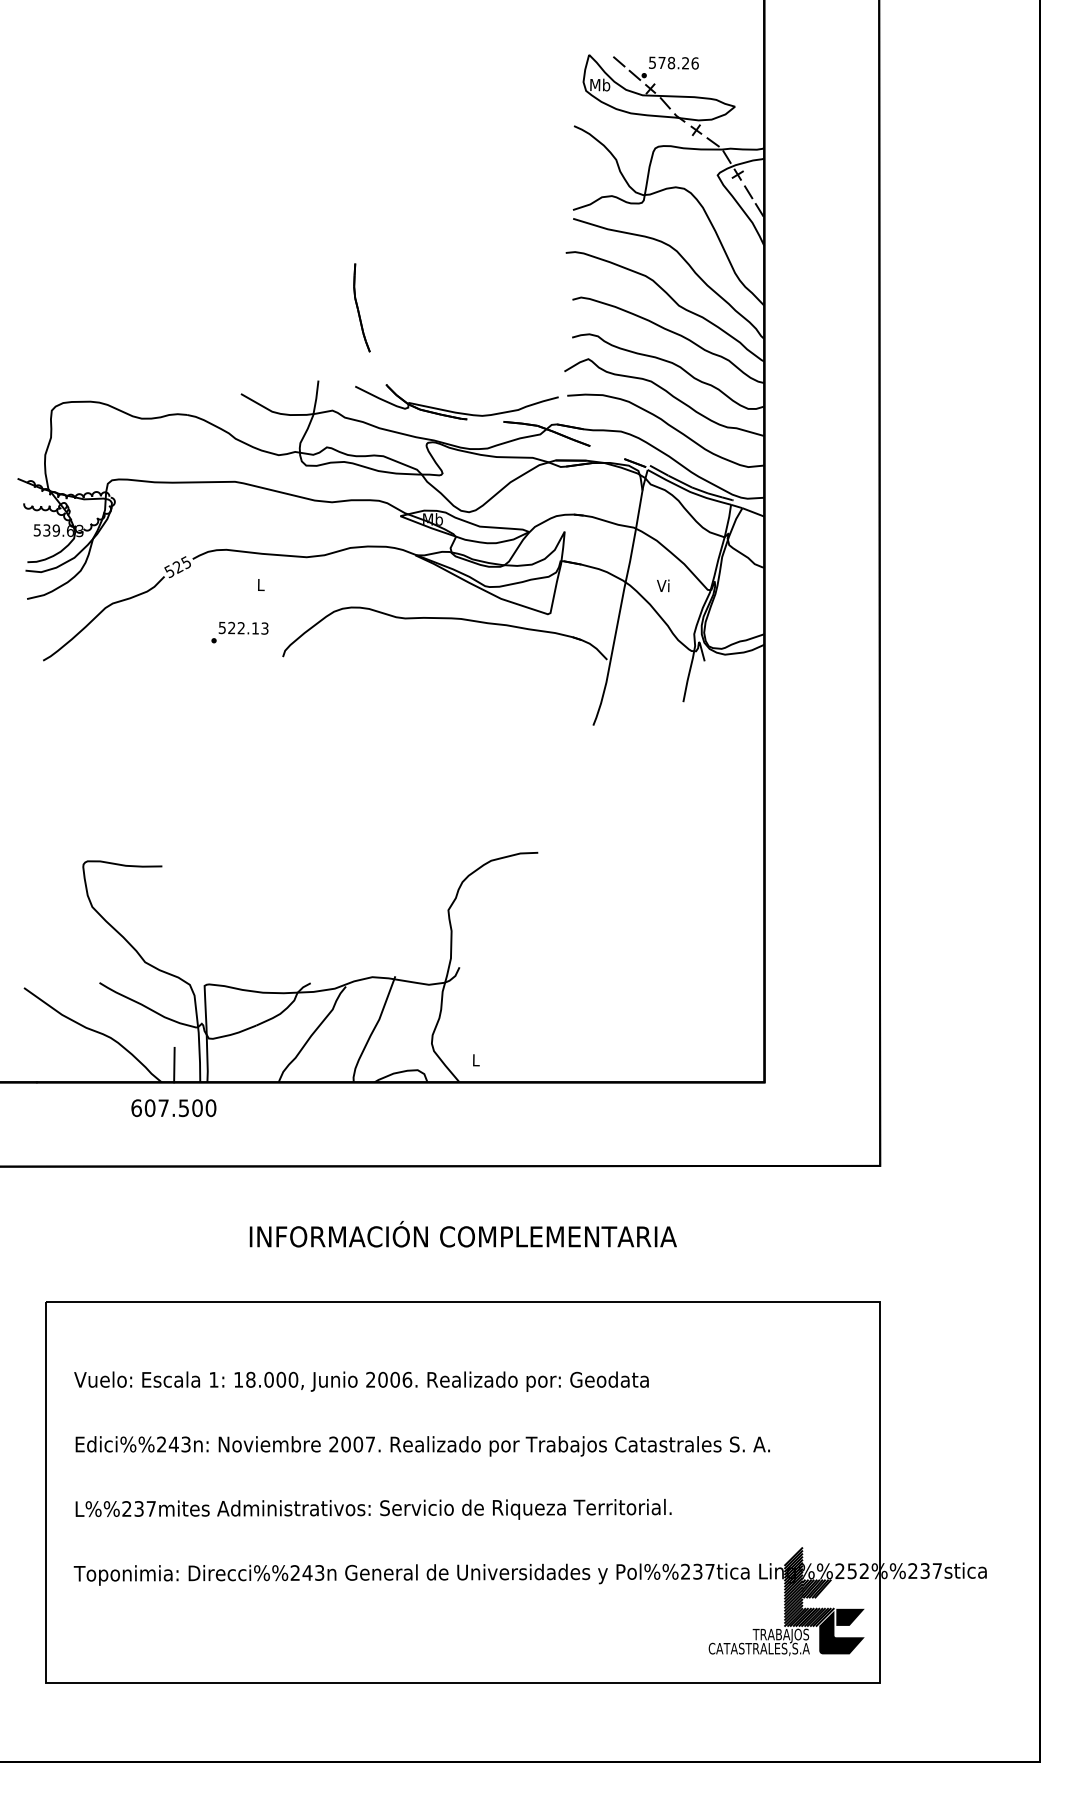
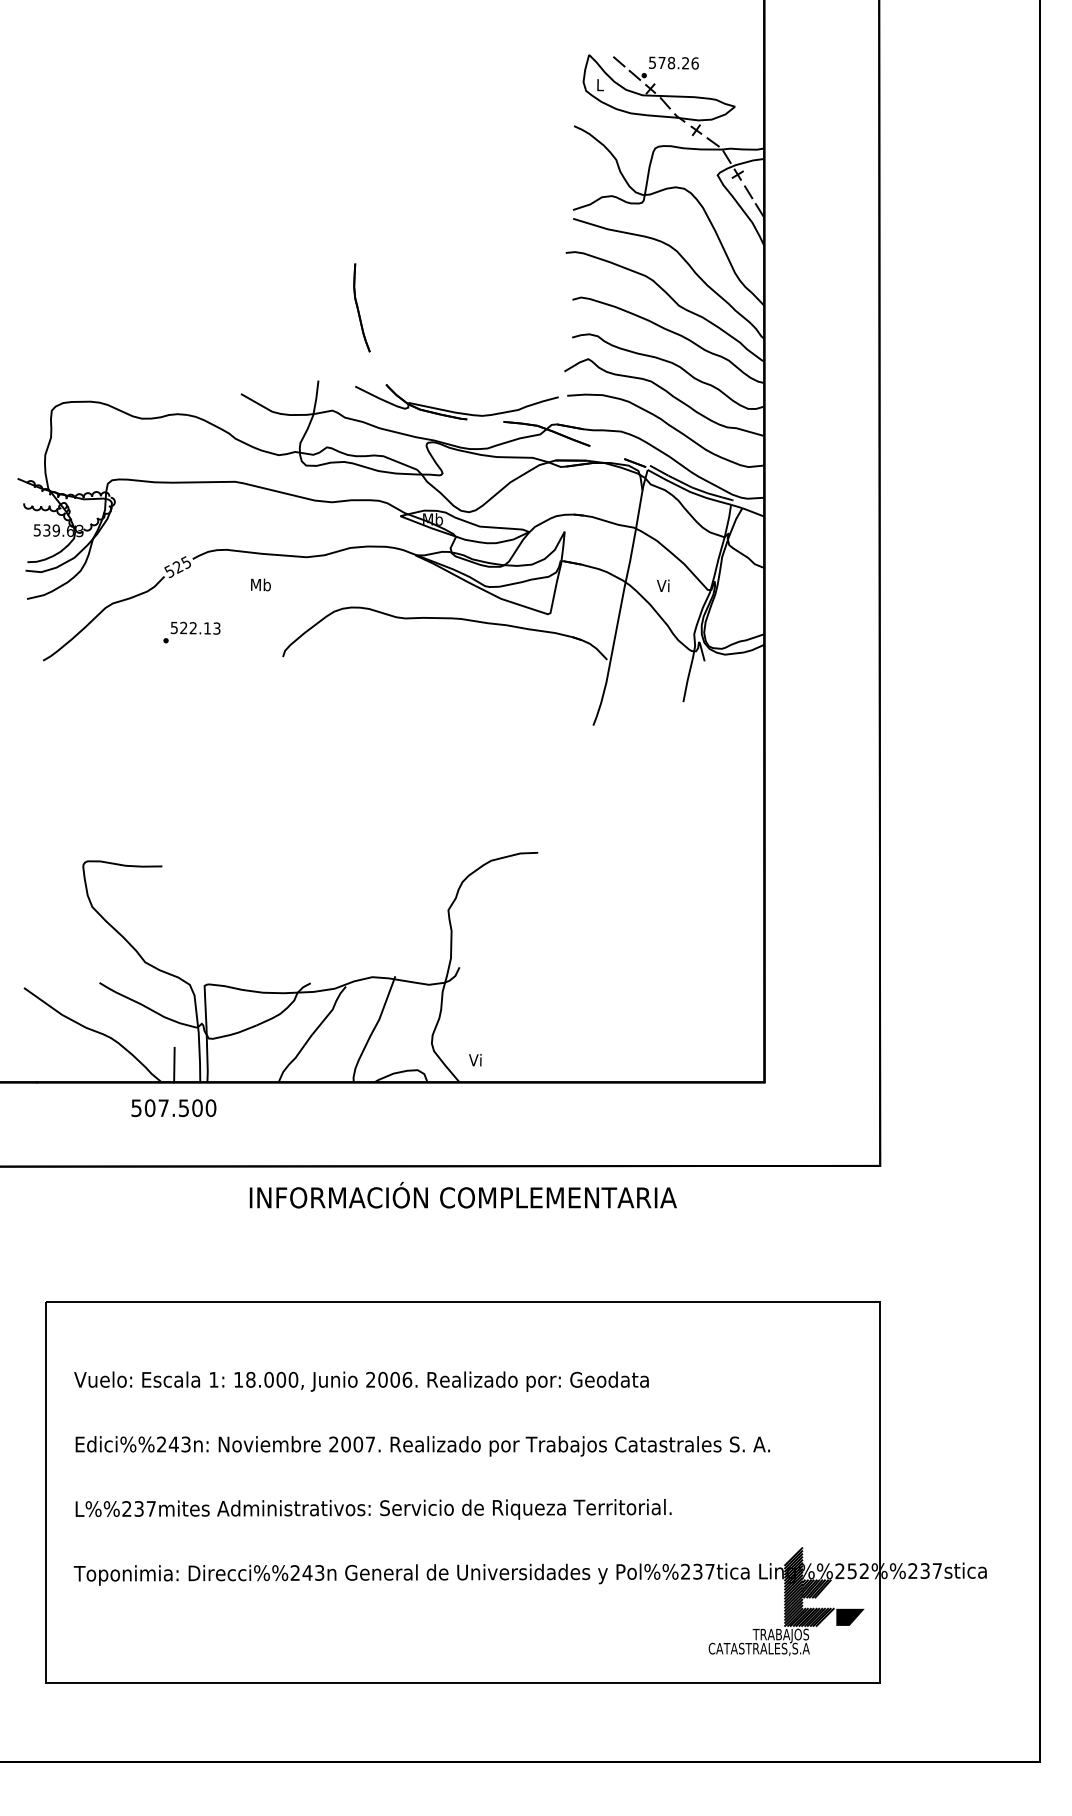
text at (600, 84): Mb -> L
text at (260, 584): L -> Mb
text at (239, 632) position: (239, 632) -> (191, 632)
text at (475, 1060): L -> Vi
text at (136, 1108): 607.500 -> 507.500
text at (462, 1234) position: (462, 1234) -> (462, 1195)
fill at (841, 1632): present -> none
